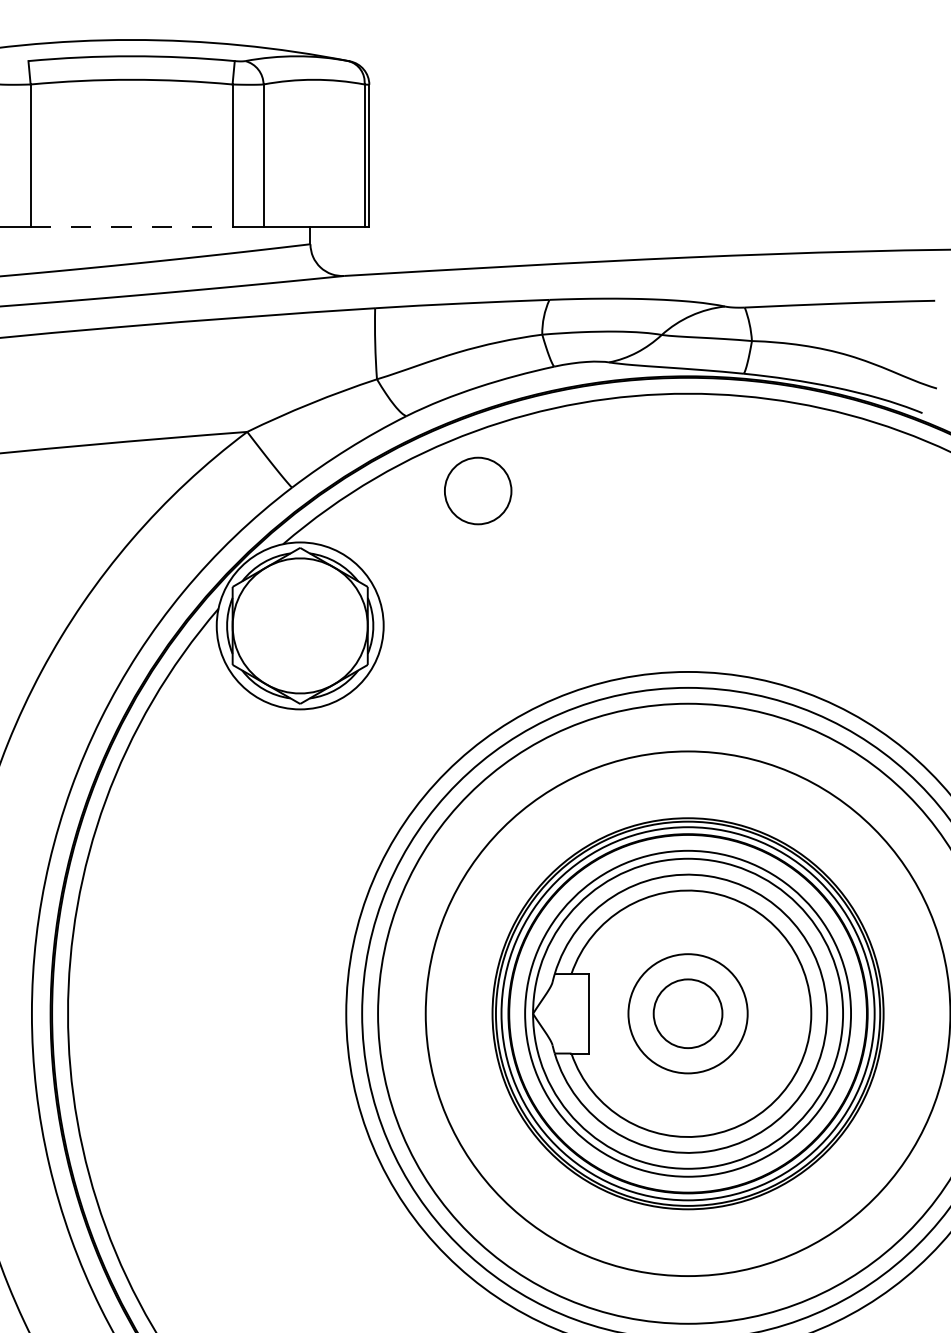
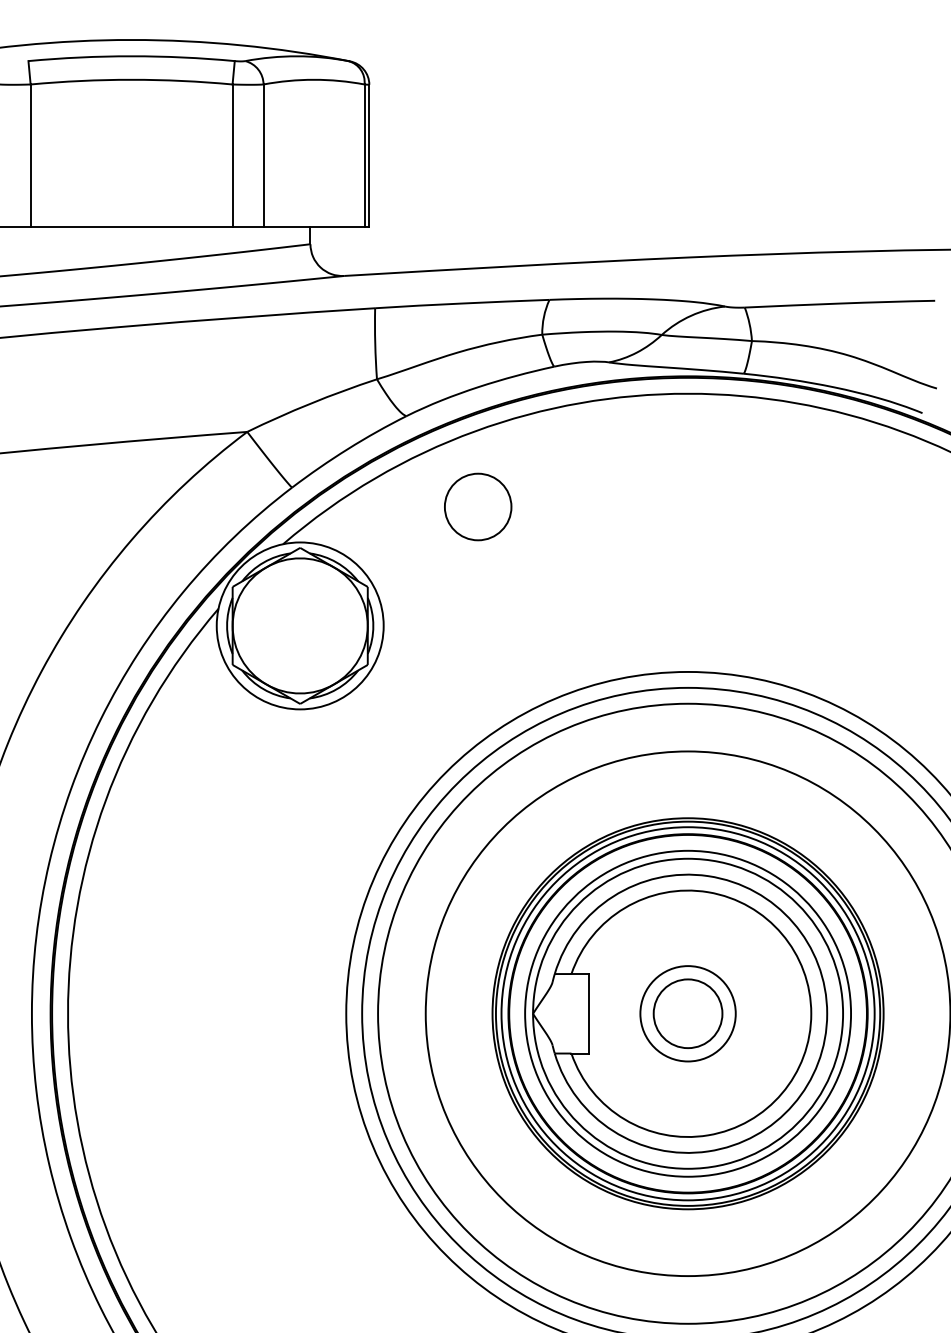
line at (131, 226): dashed -> solid
circle at (478, 490) position: (478, 490) -> (478, 506)
circle at (687, 1013) diameter: 119 px -> 95 px
